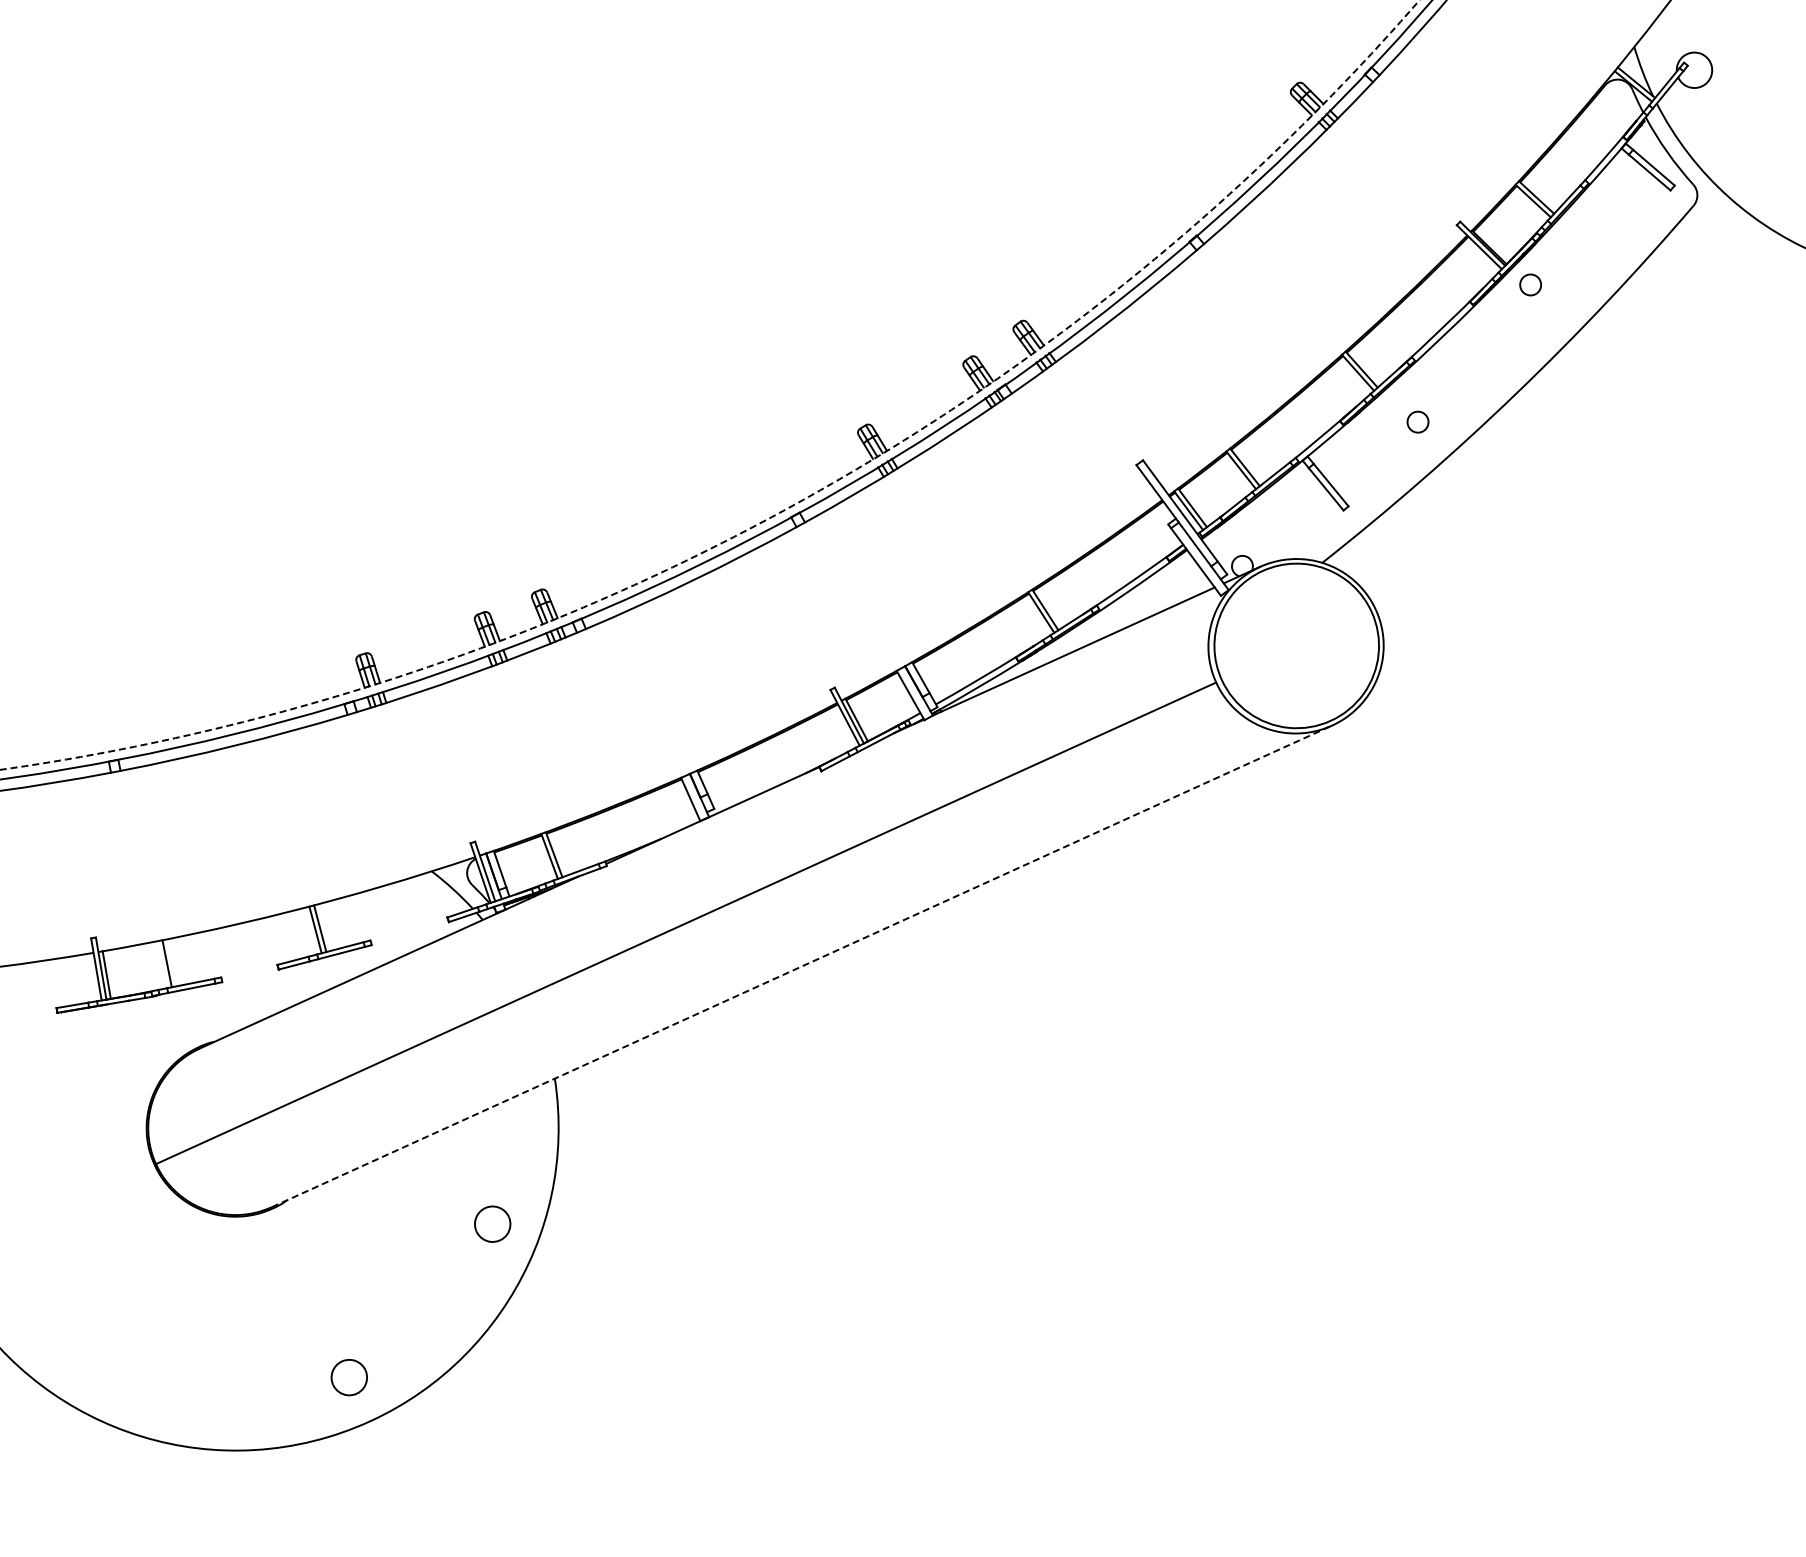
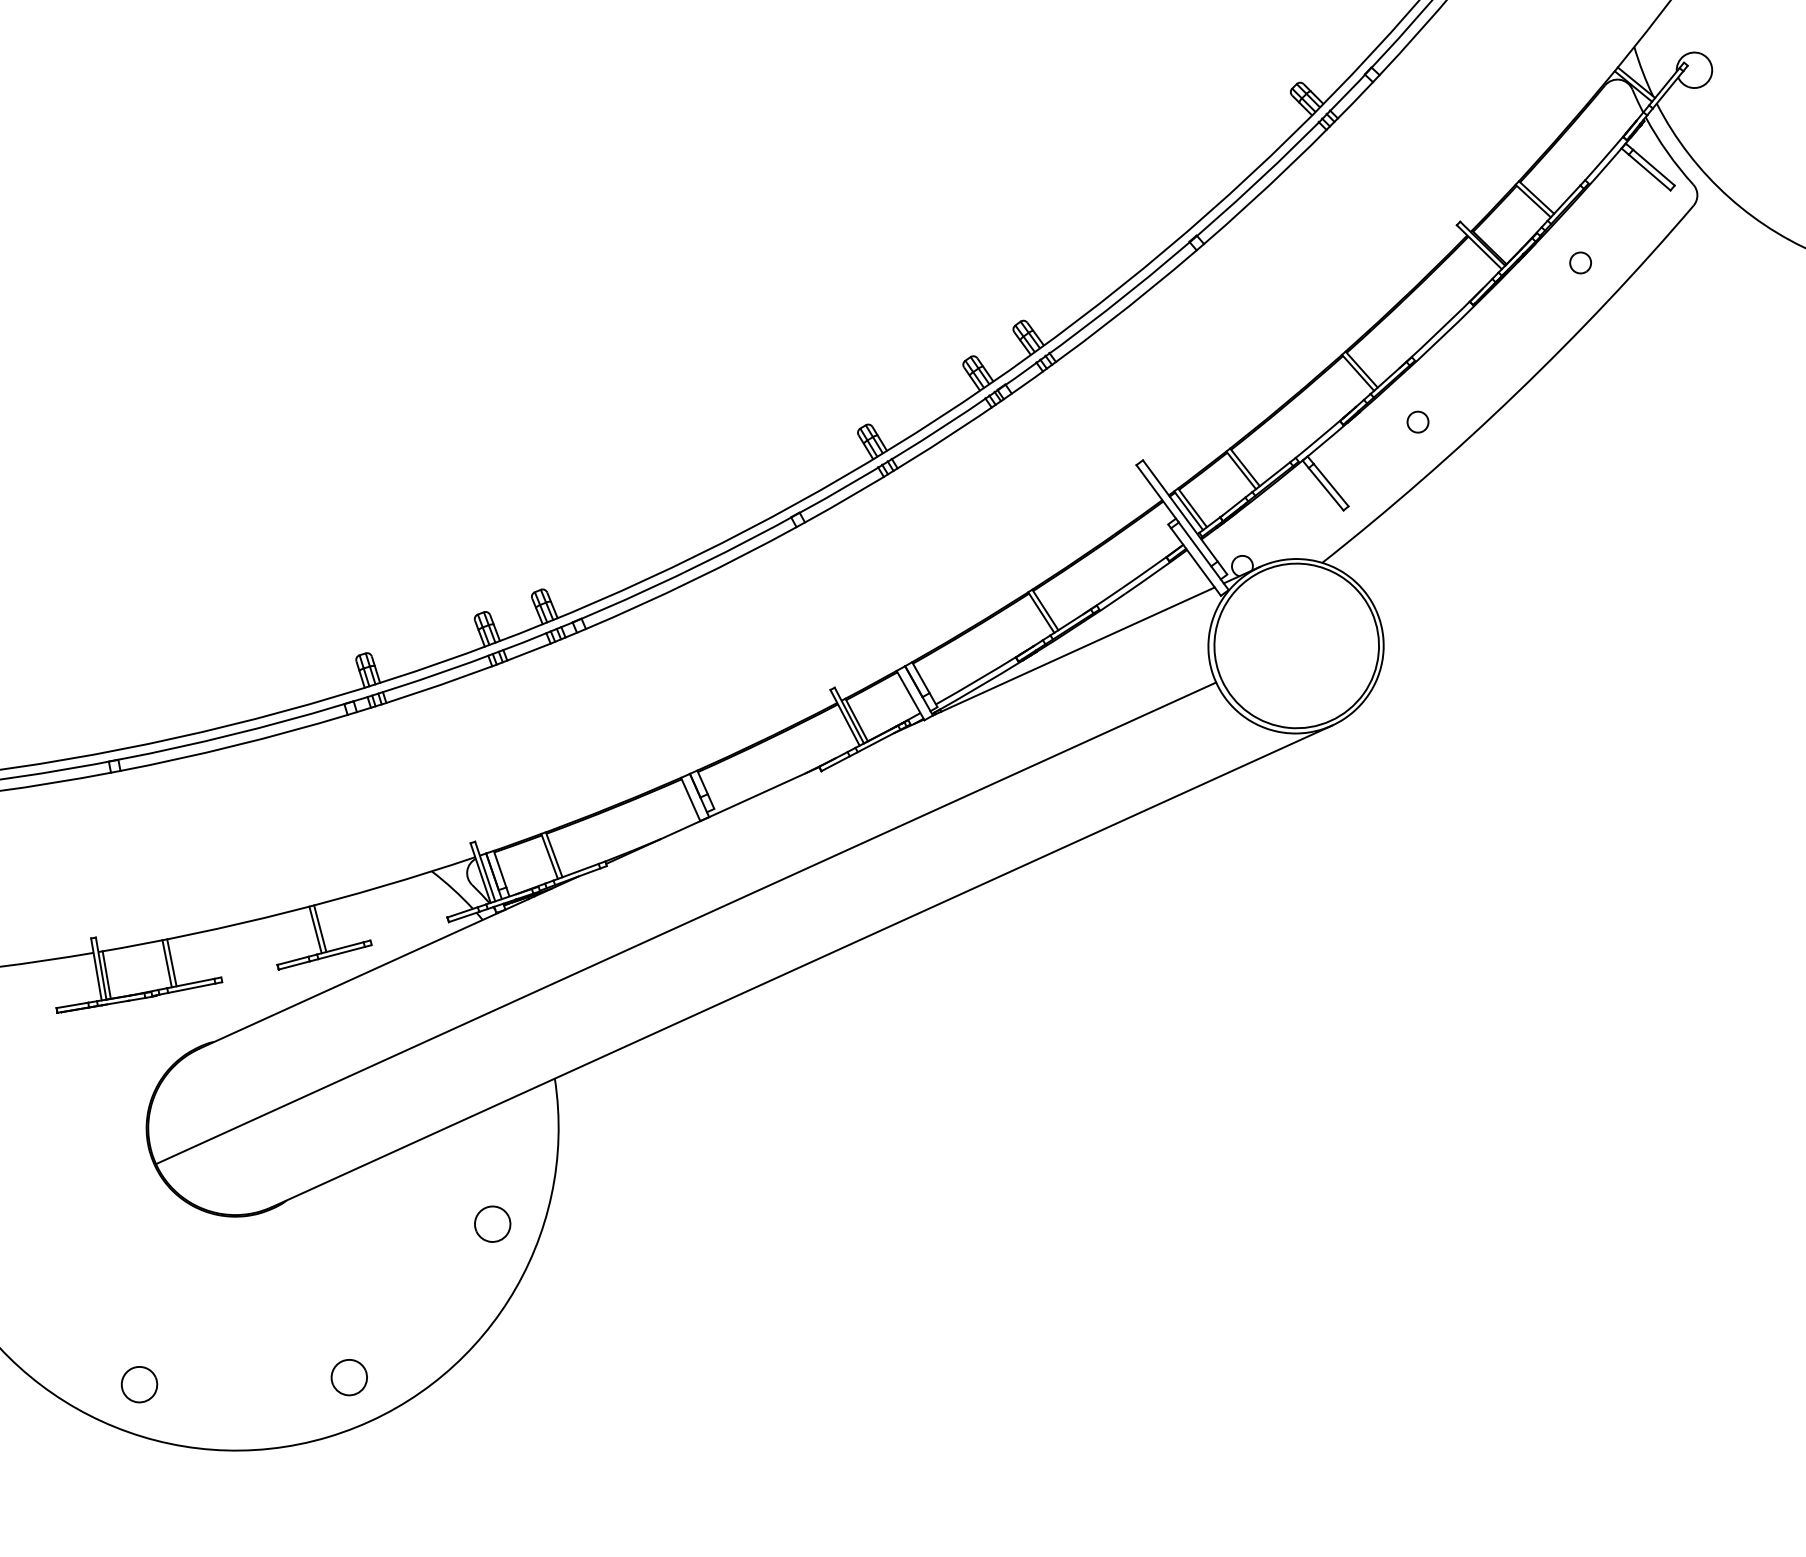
part at (1530, 284) position: (1530, 284) -> (1580, 262)
arc at (778, 513): dashed -> solid
line at (171, 962): none -> present
line at (802, 966): dashed -> solid
part at (139, 1384): none -> present
